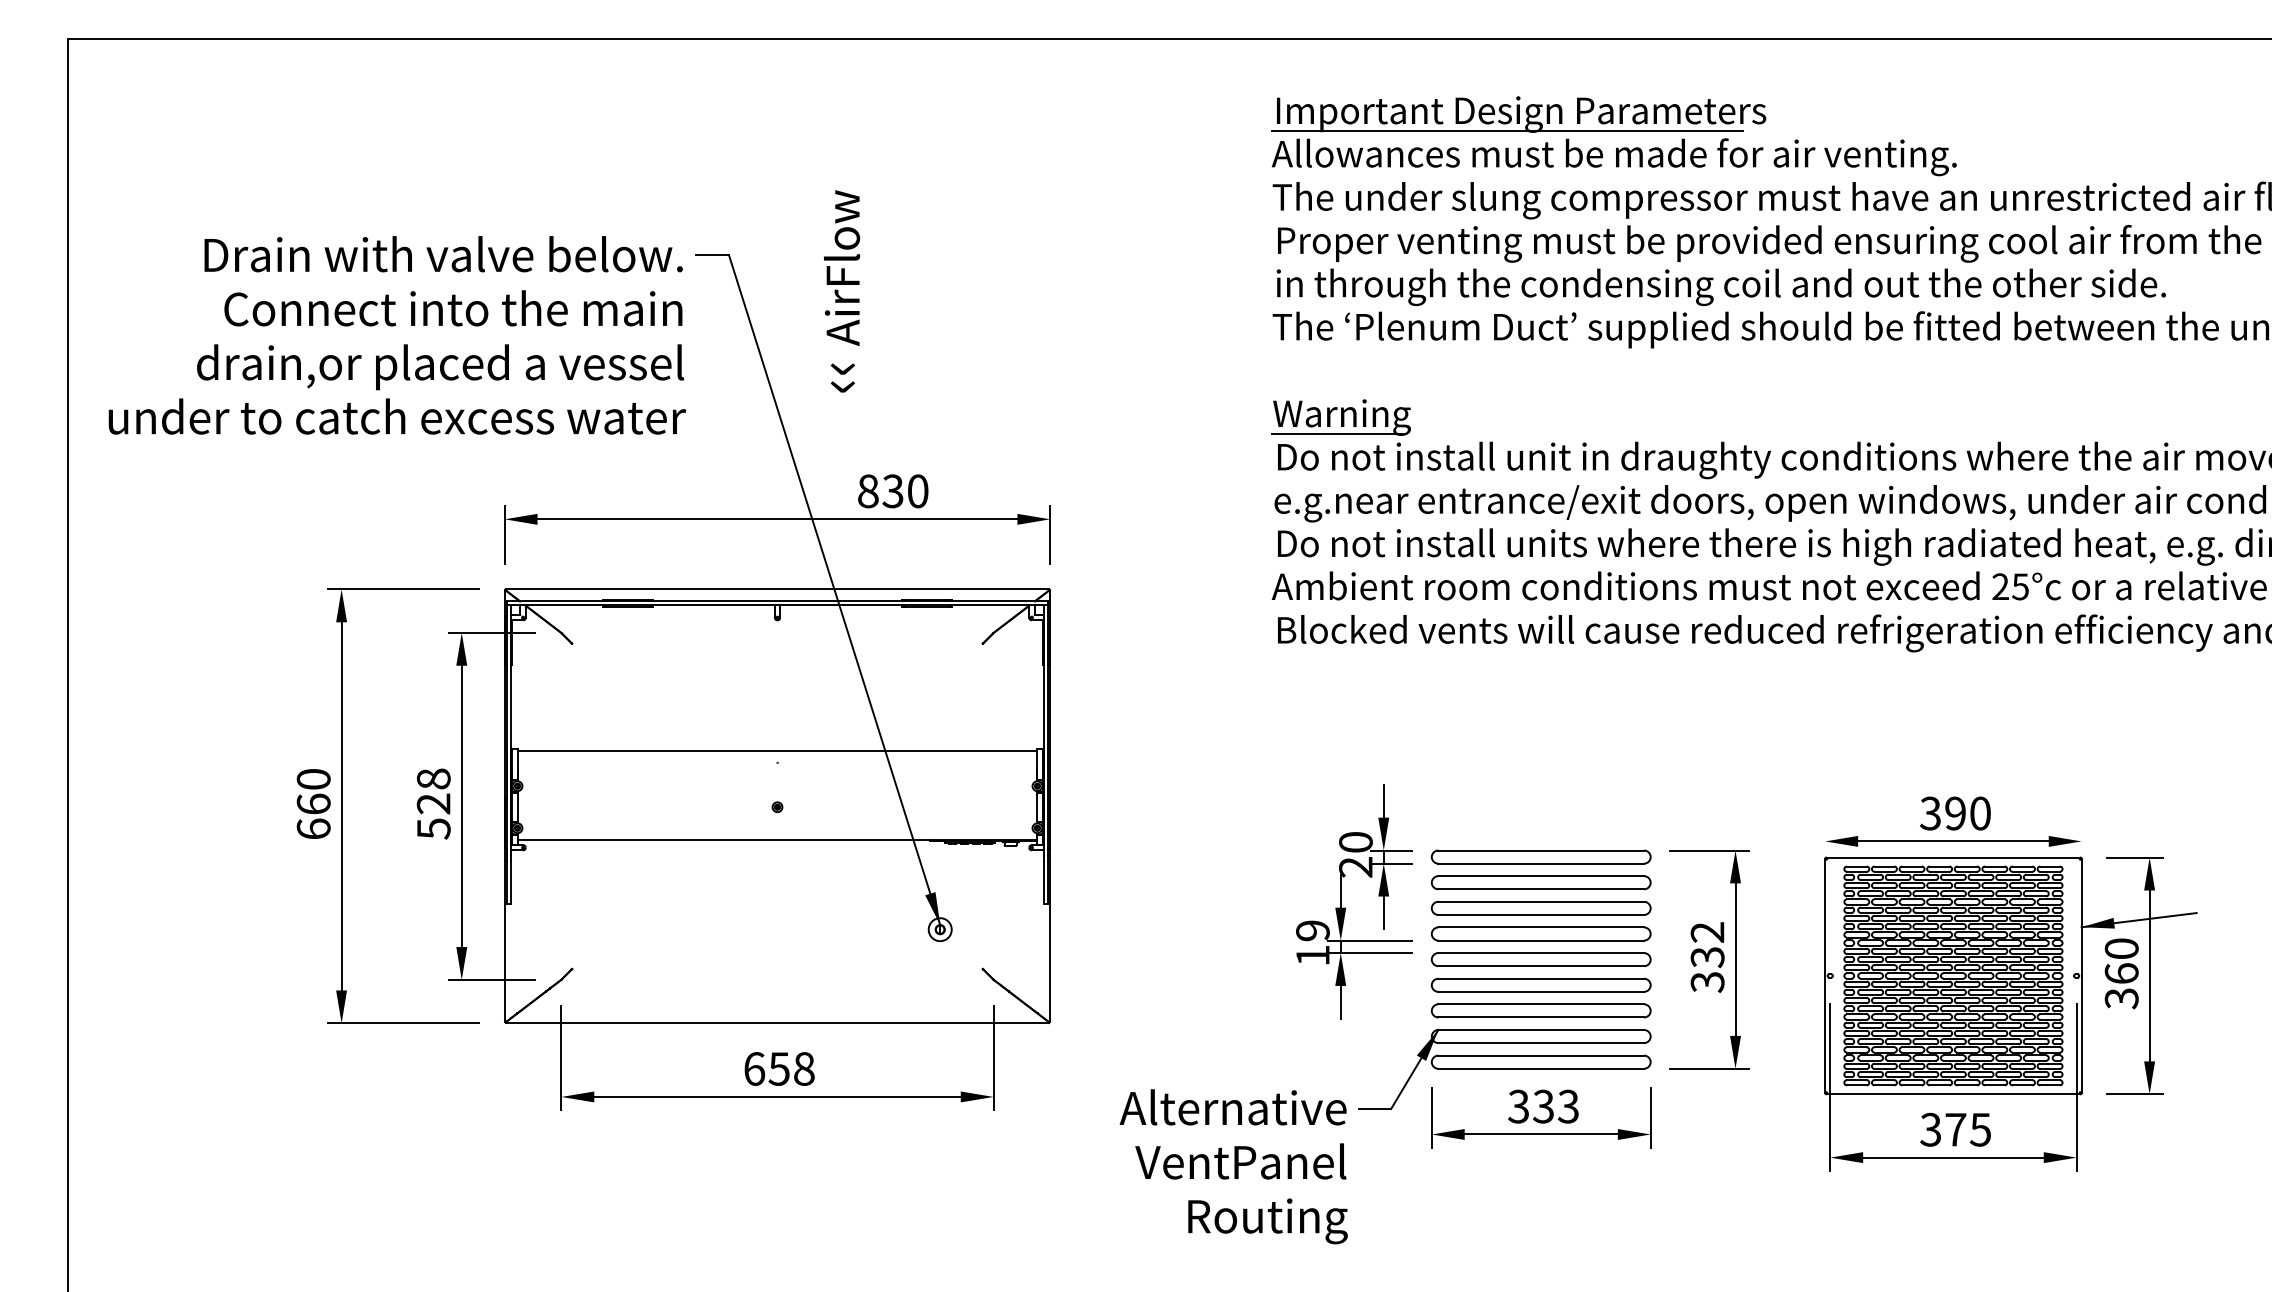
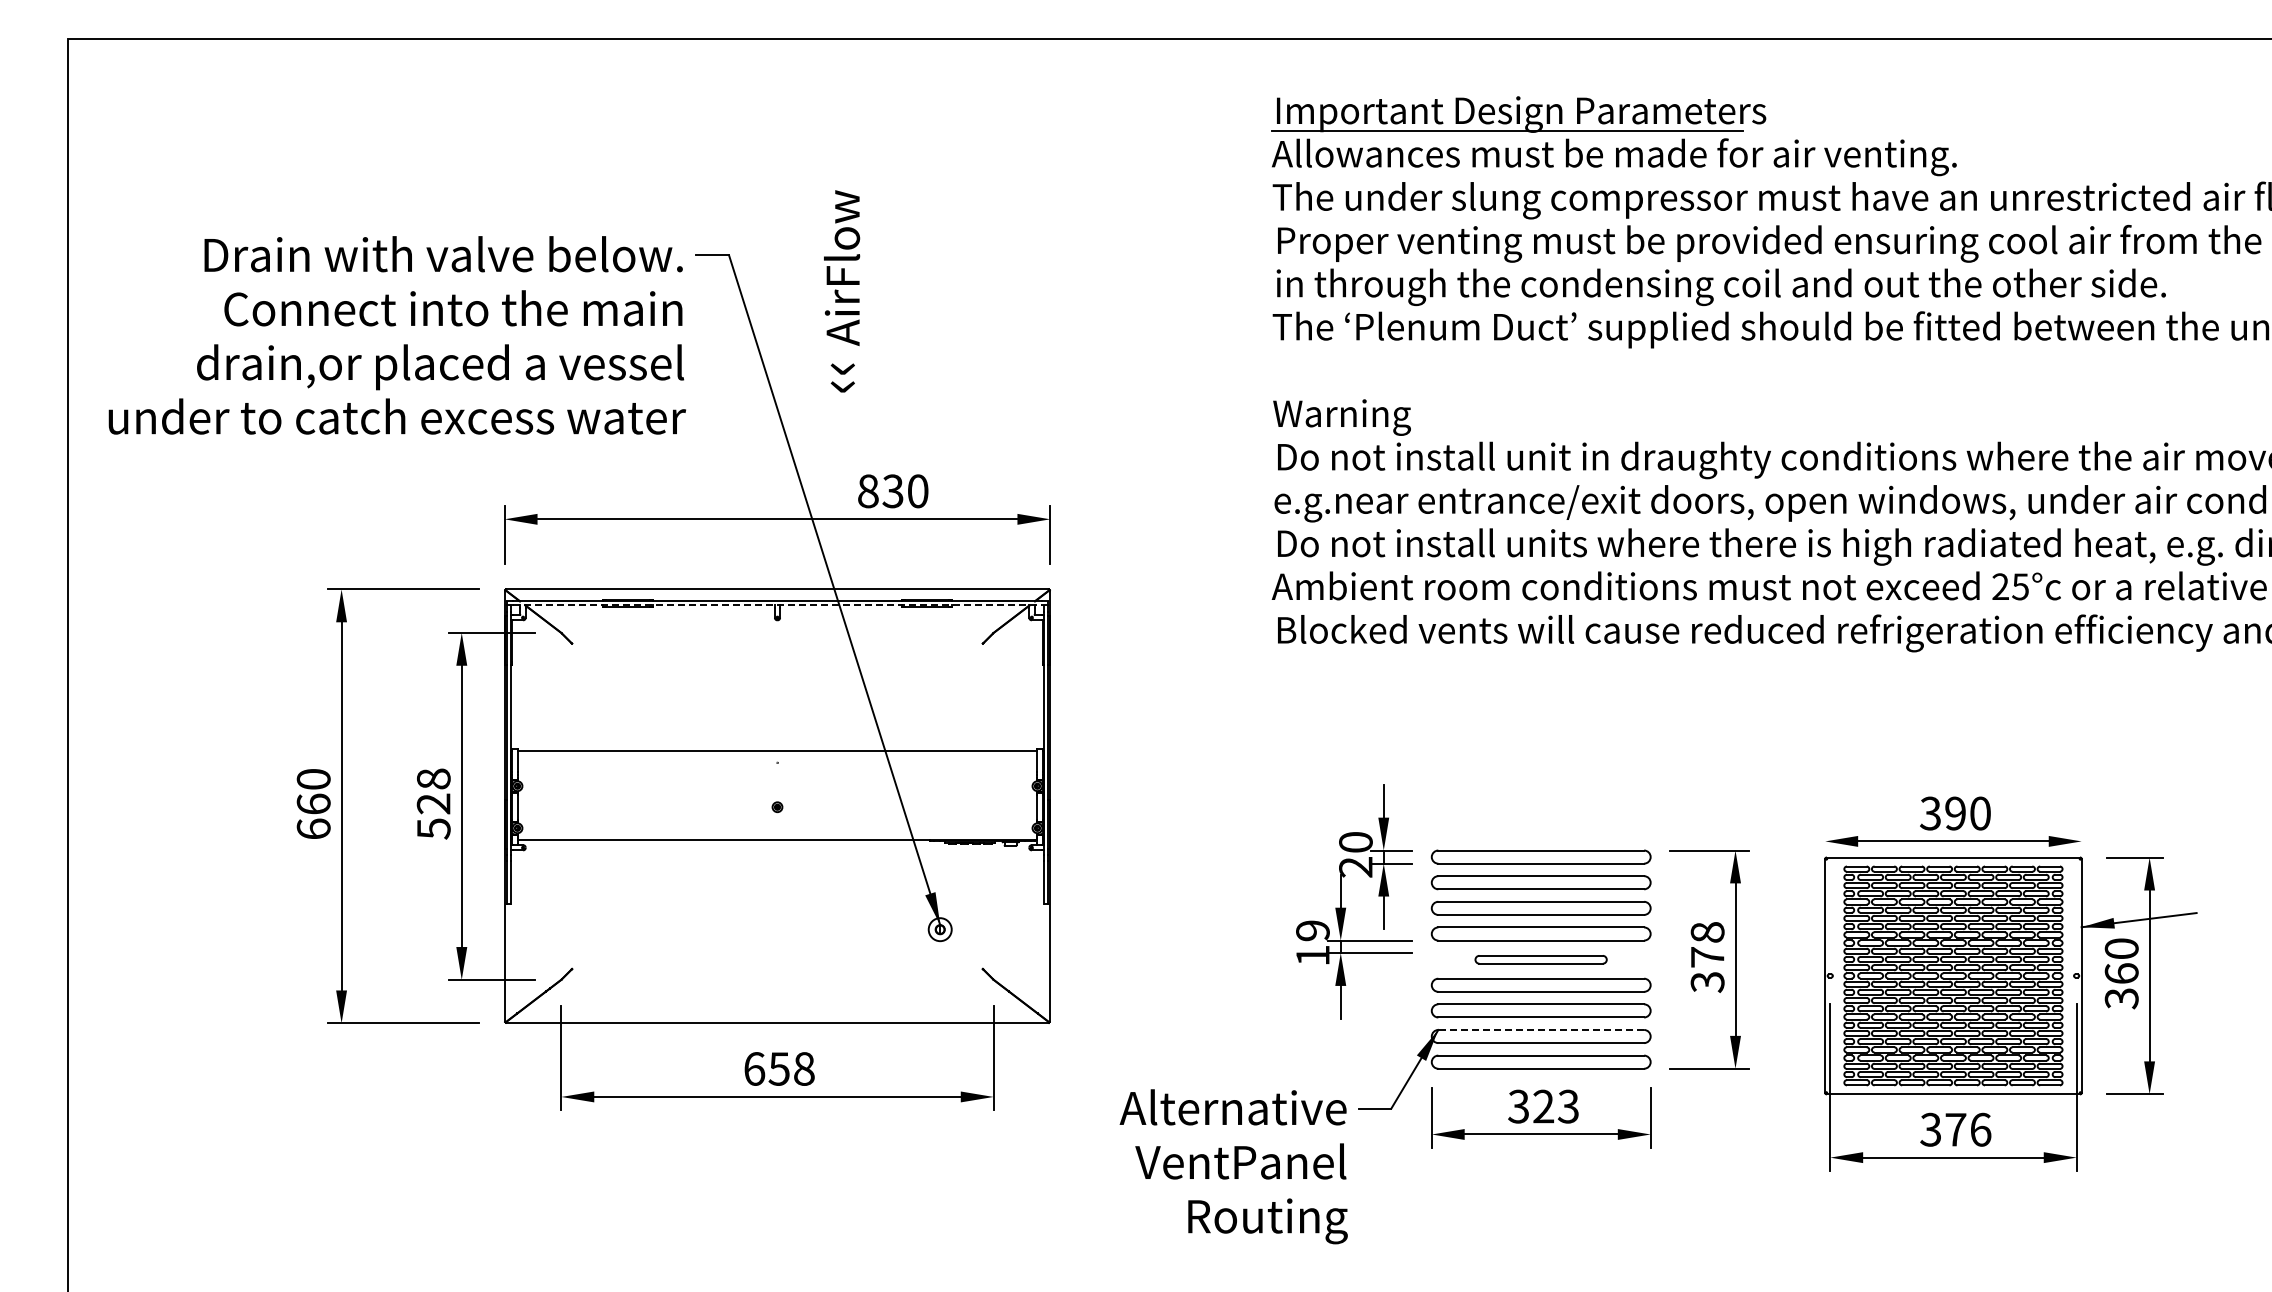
line at (1337, 433): present -> none
line at (778, 605): solid -> dashed
text at (1707, 945): 332 -> 378
part at (1540, 959) size: 222x16 px -> 134x10 px
line at (1541, 1029): solid -> dashed
text at (1543, 1106): 333 -> 323
text at (1980, 1129): 375 -> 376
